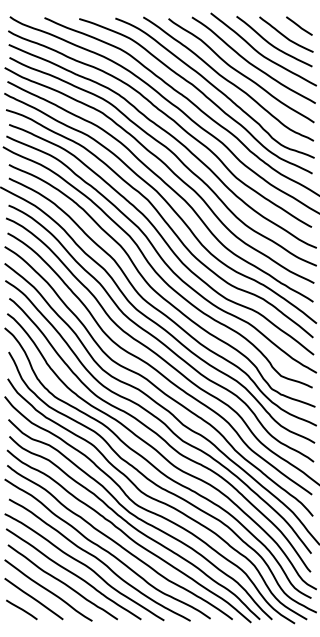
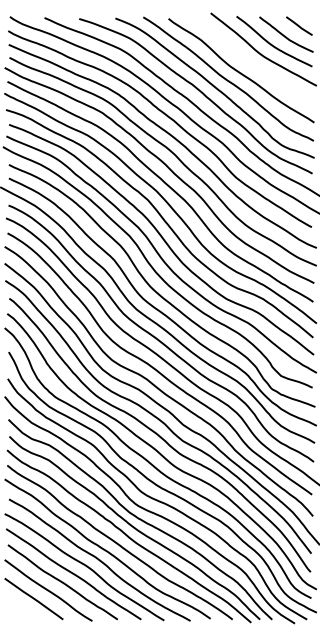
curve at (252, 63): present -> none
line at (21, 609): present -> none
